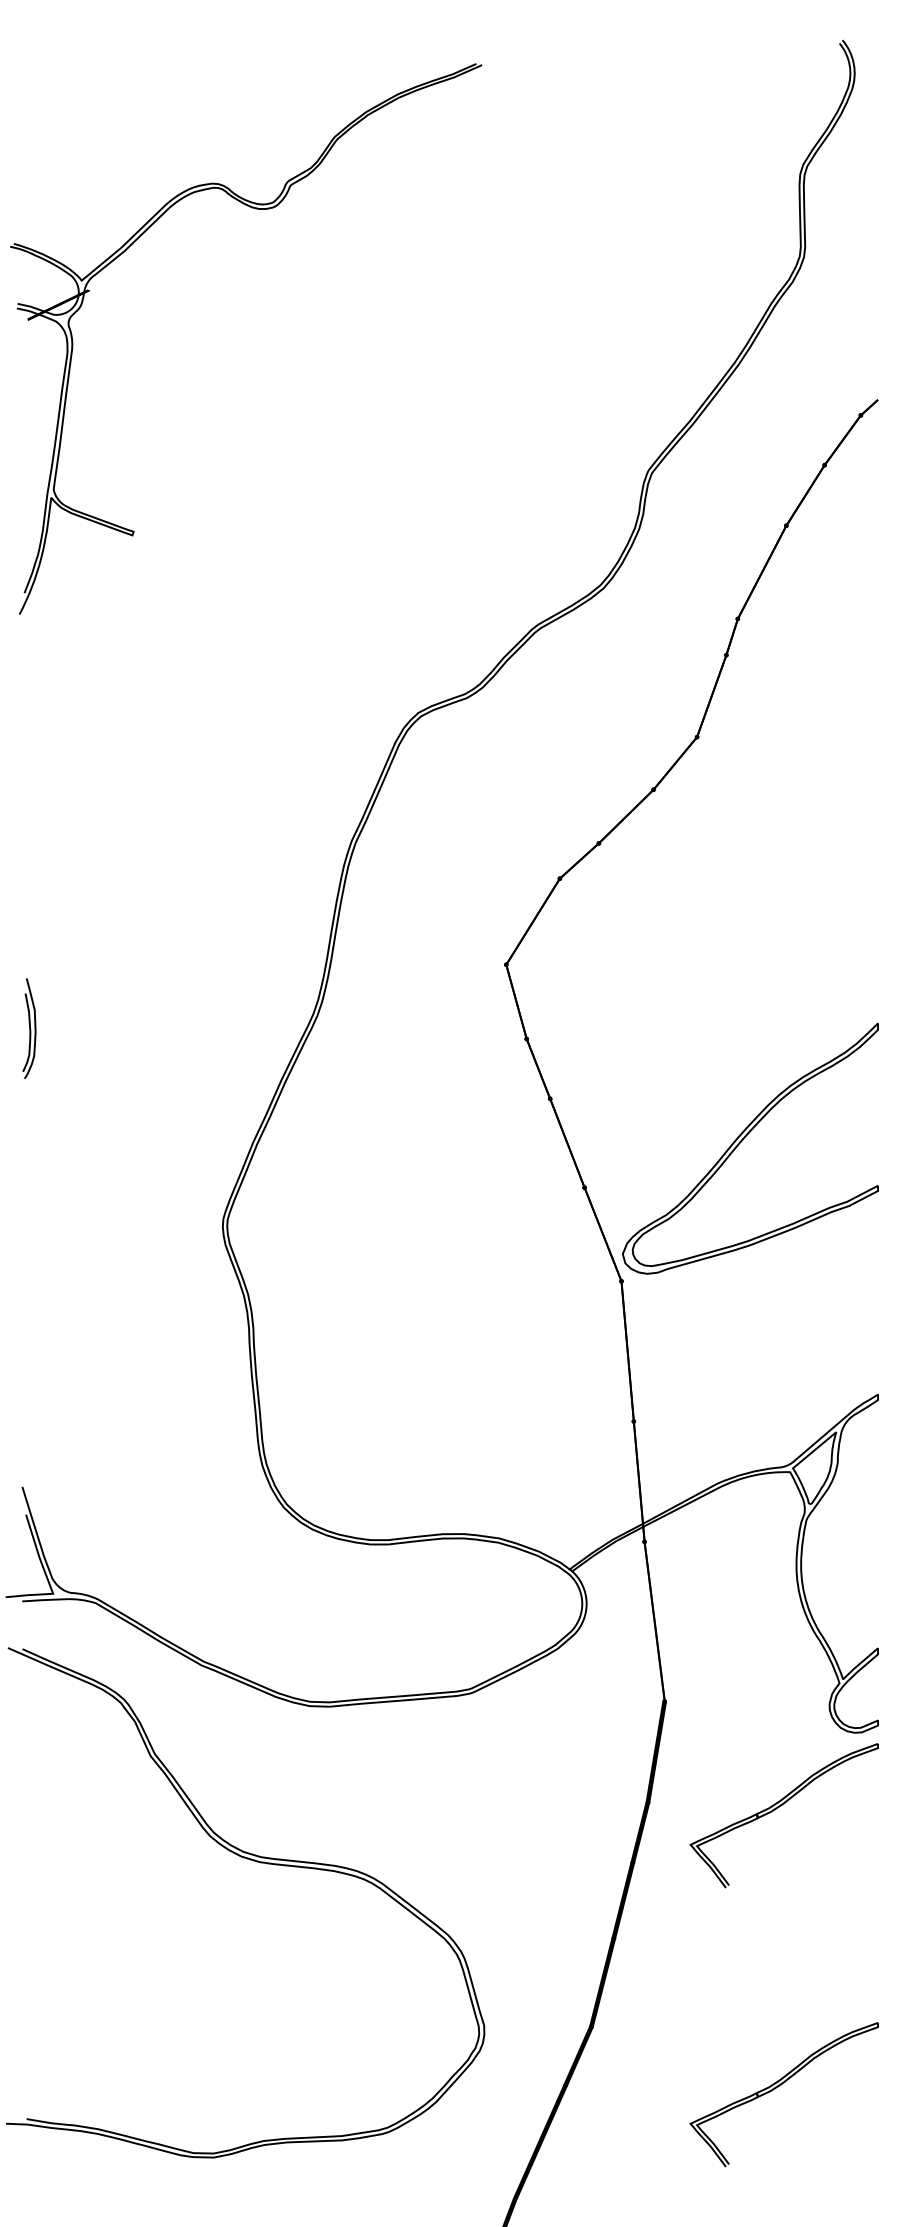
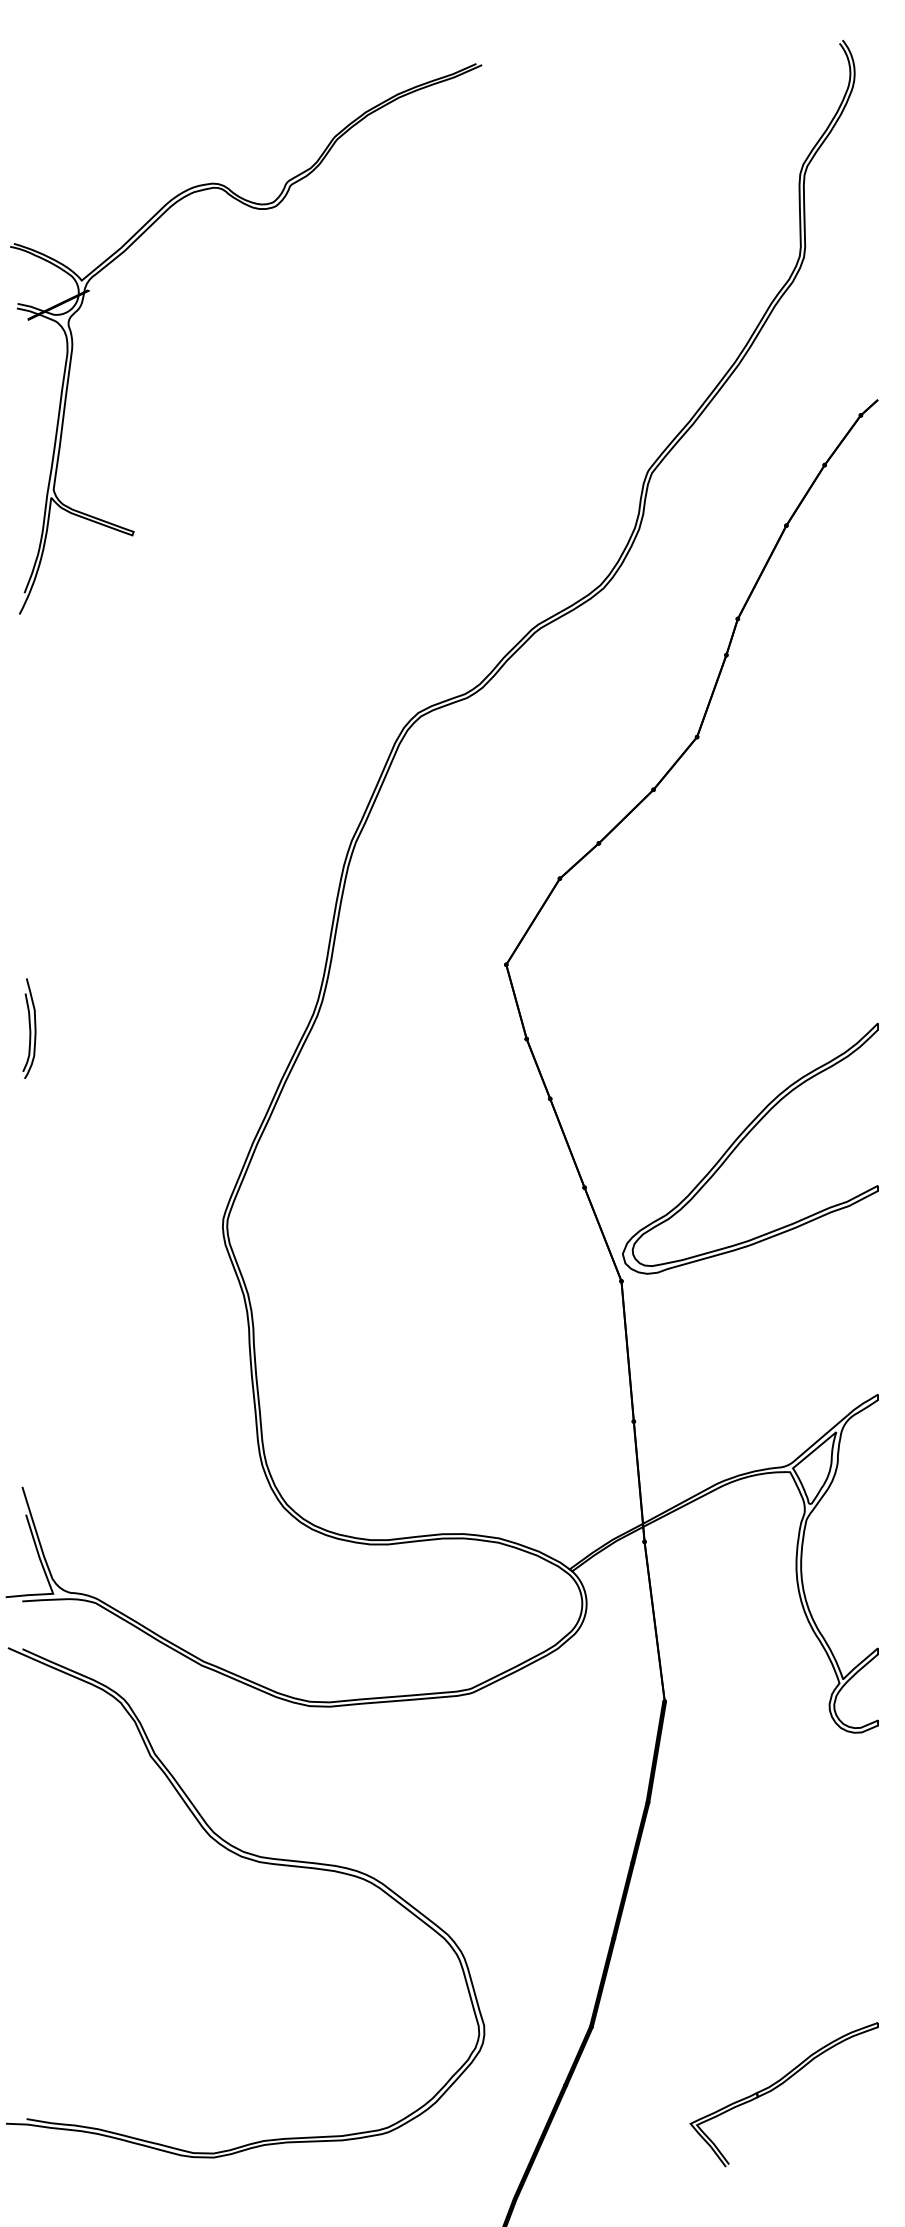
part at (778, 1808): present -> none
